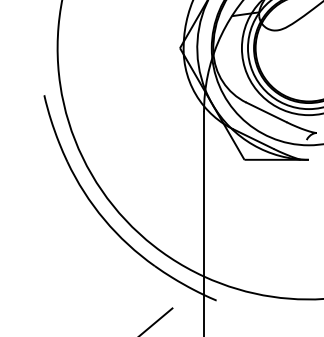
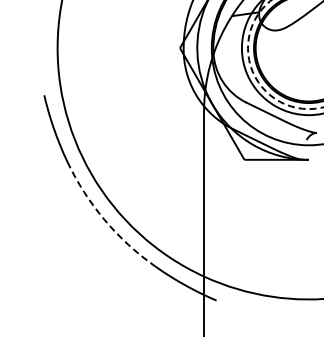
circle at (285, 54): solid -> dashed
arc at (104, 219): solid -> dashed
line at (157, 320): present -> none
